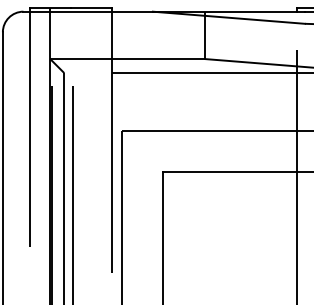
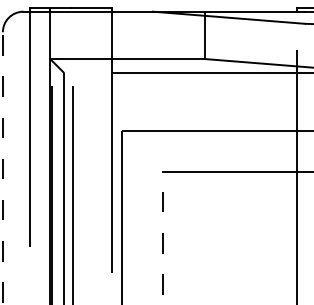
line at (2, 168): solid -> dashed
line at (163, 238): solid -> dashed
